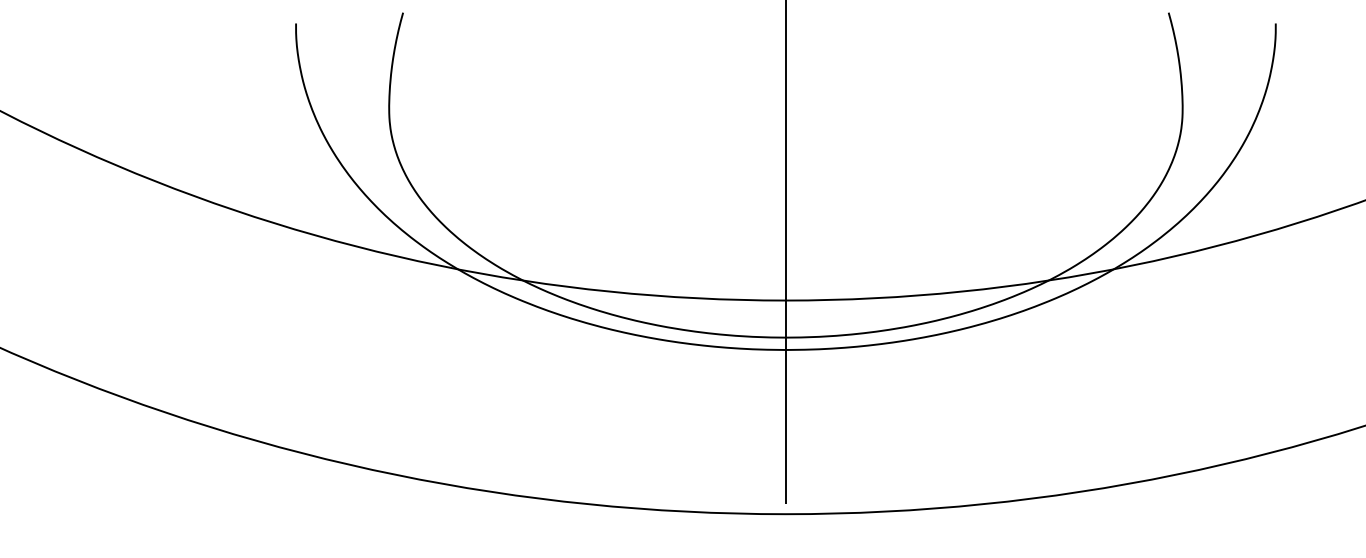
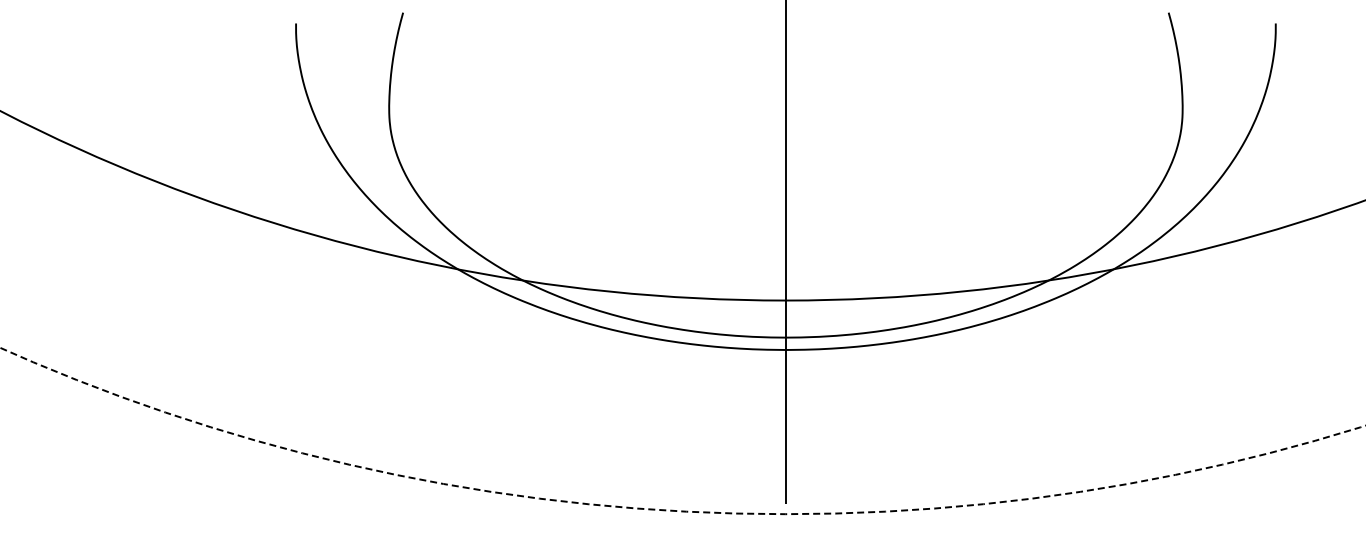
circle at (682, 431): solid -> dashed
